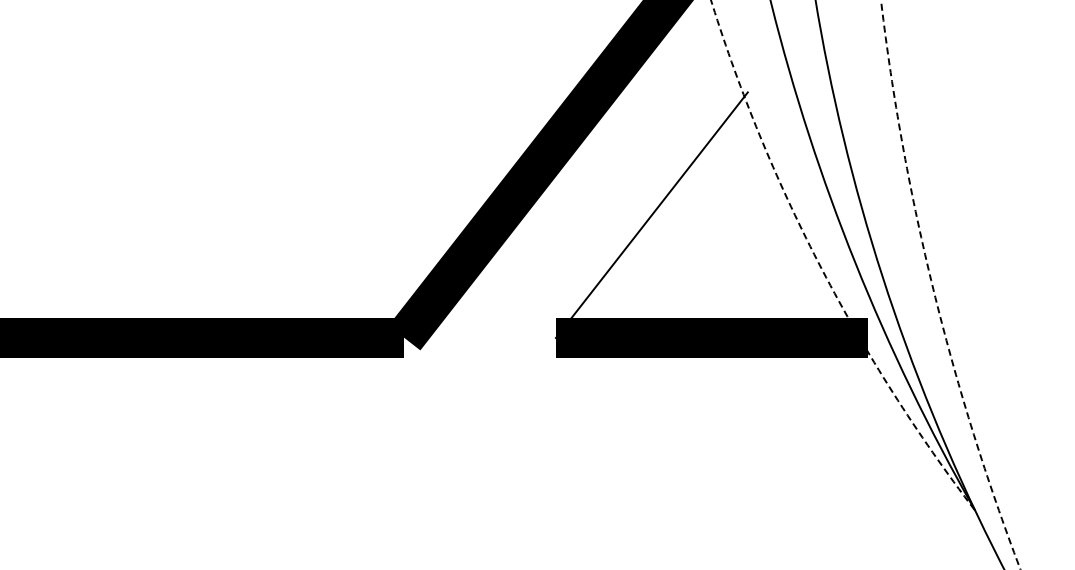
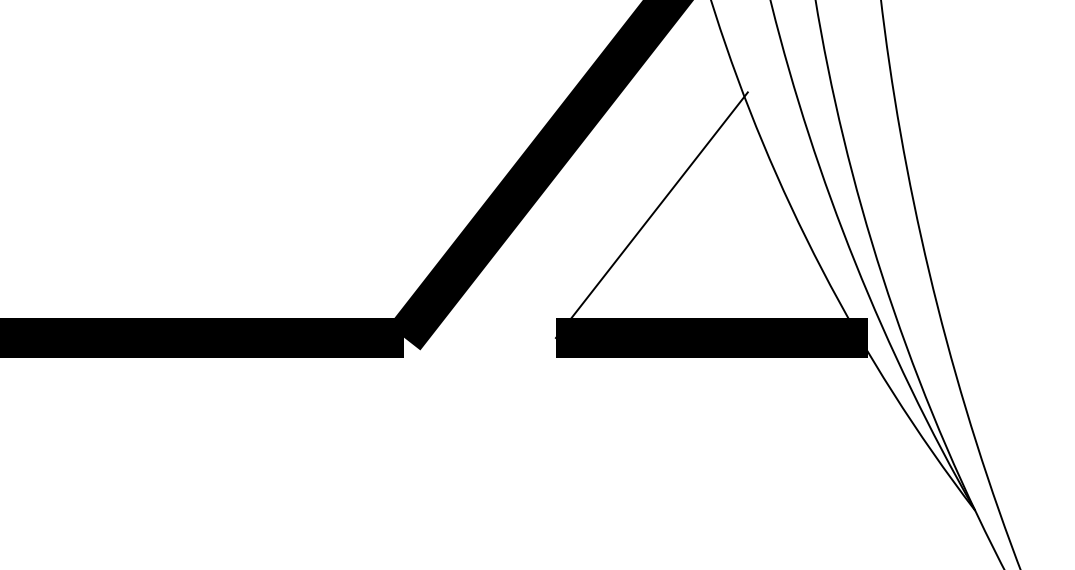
arc at (820, 267): dashed -> solid
arc at (933, 289): dashed -> solid
